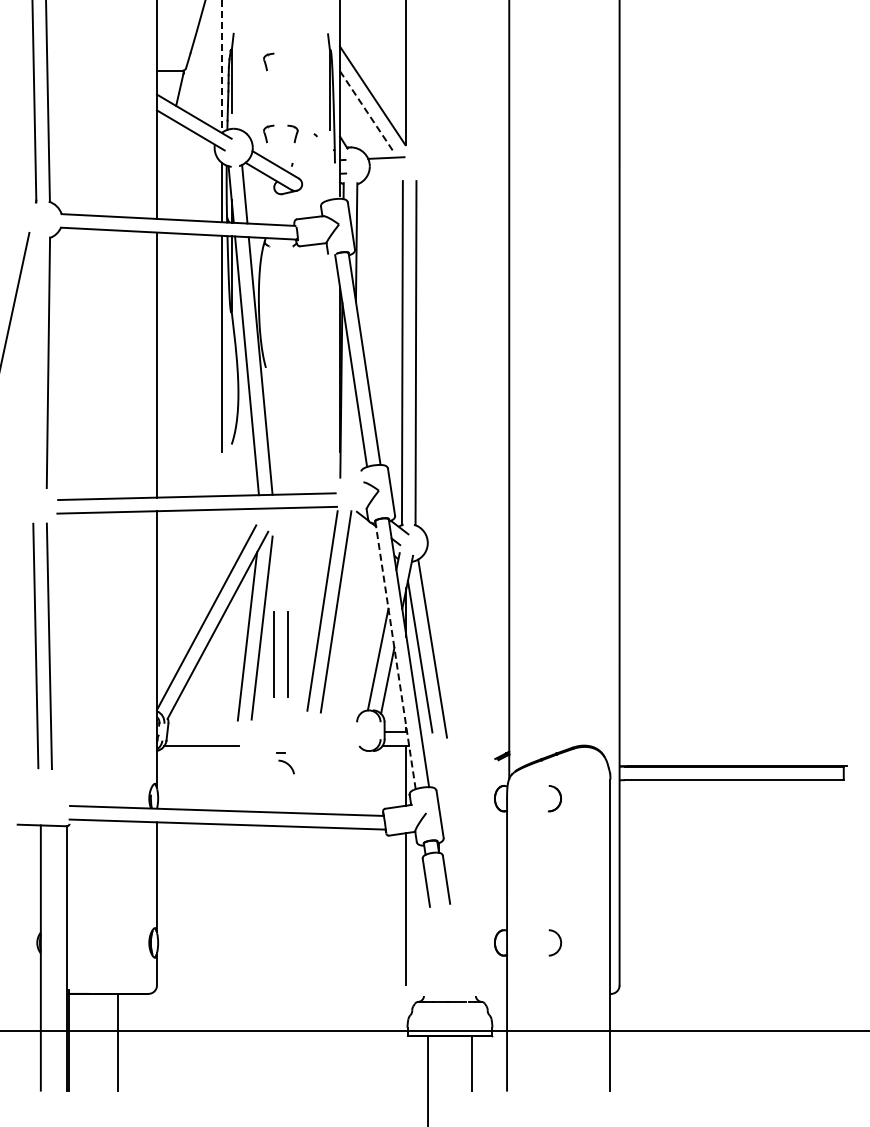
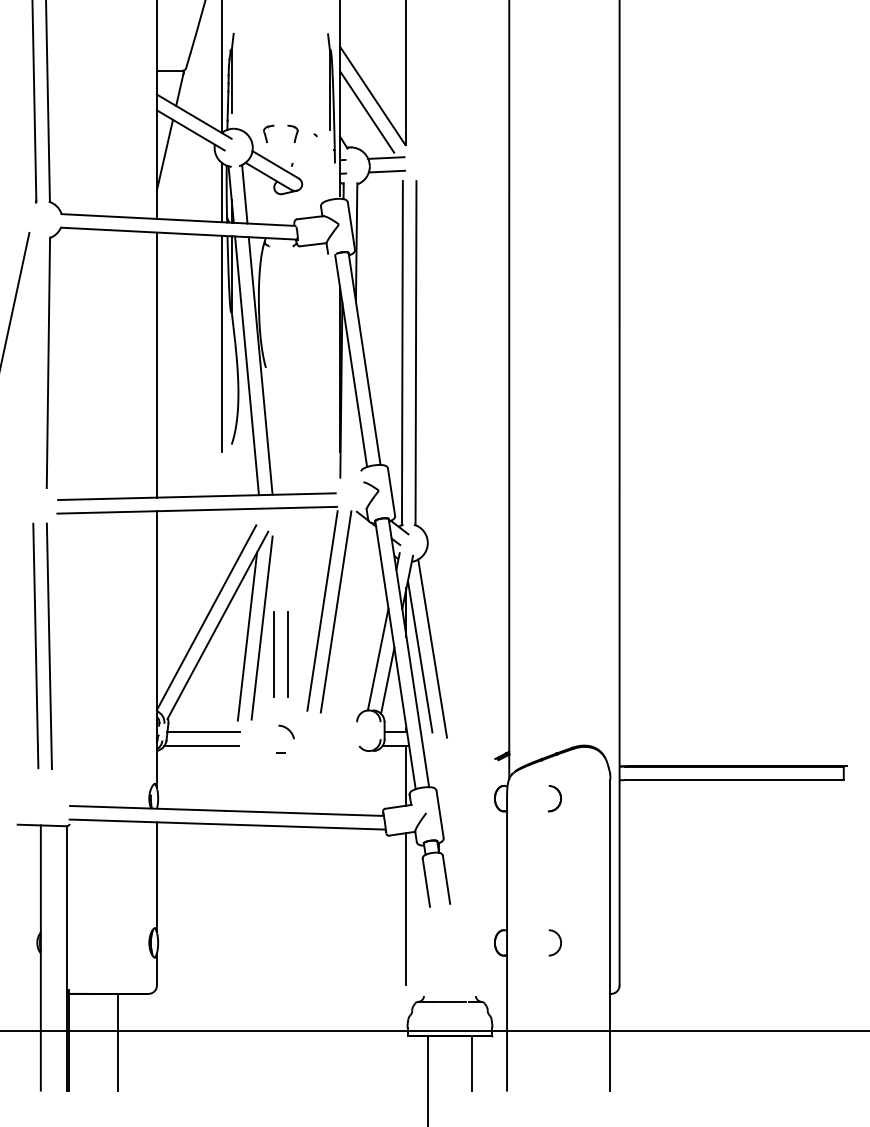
part at (268, 61): present -> none
line at (221, 67): dashed -> solid
line at (367, 111): dashed -> solid
line at (165, 154): none -> present
line at (386, 171): none -> present
line at (395, 655): dashed -> solid
line at (203, 732): none -> present
curve at (286, 764) position: (286, 764) -> (286, 729)
